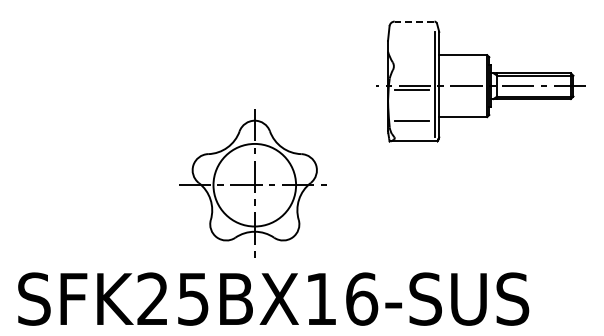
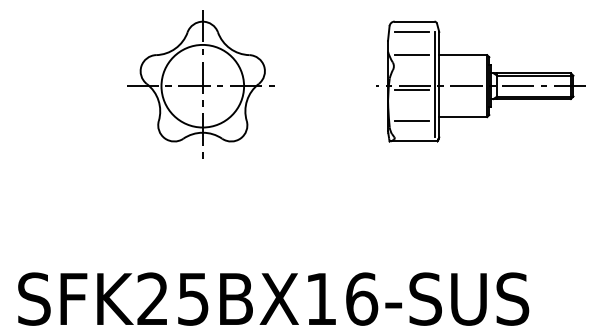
line at (414, 21): dashed -> solid
line at (412, 32): none -> present
line at (412, 55): none -> present
part at (252, 183) position: (252, 183) -> (200, 84)
